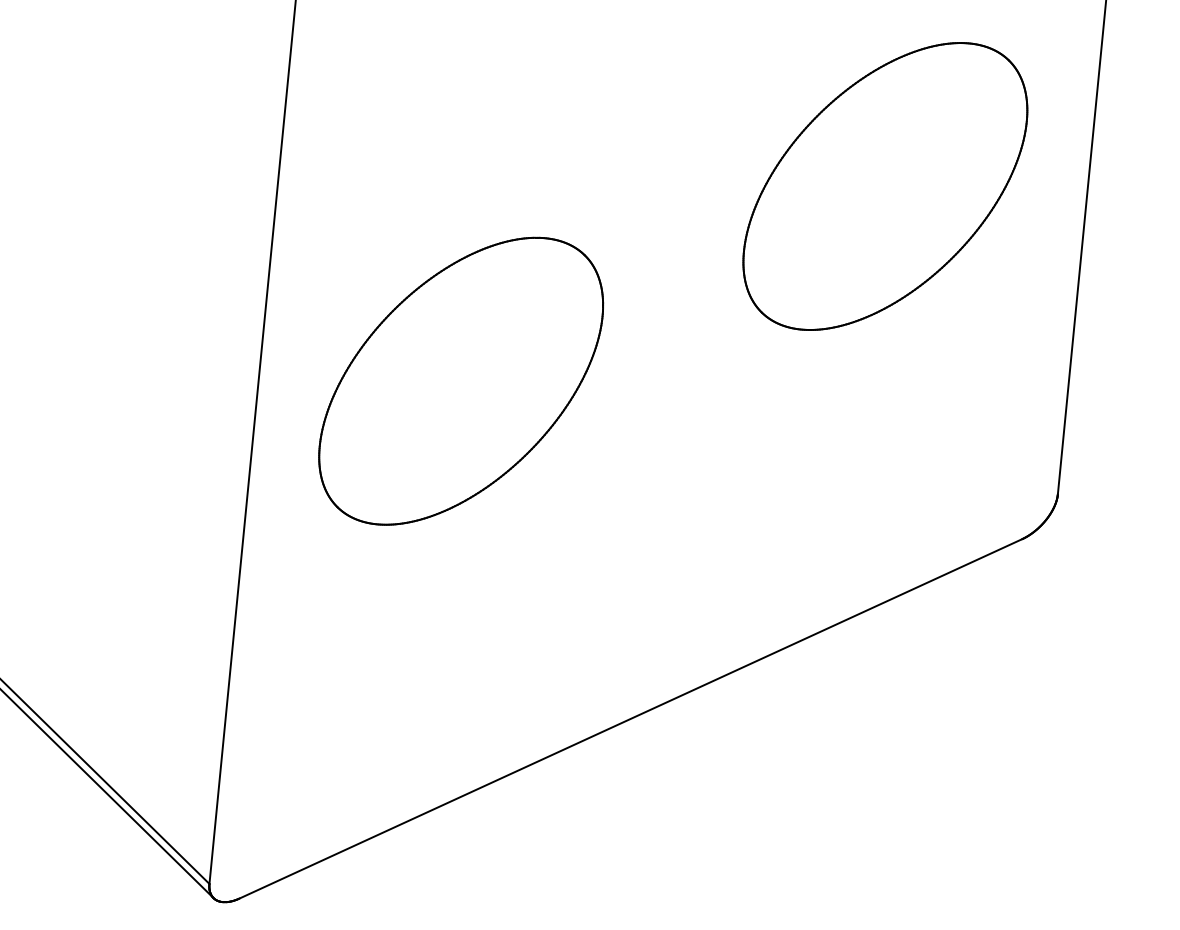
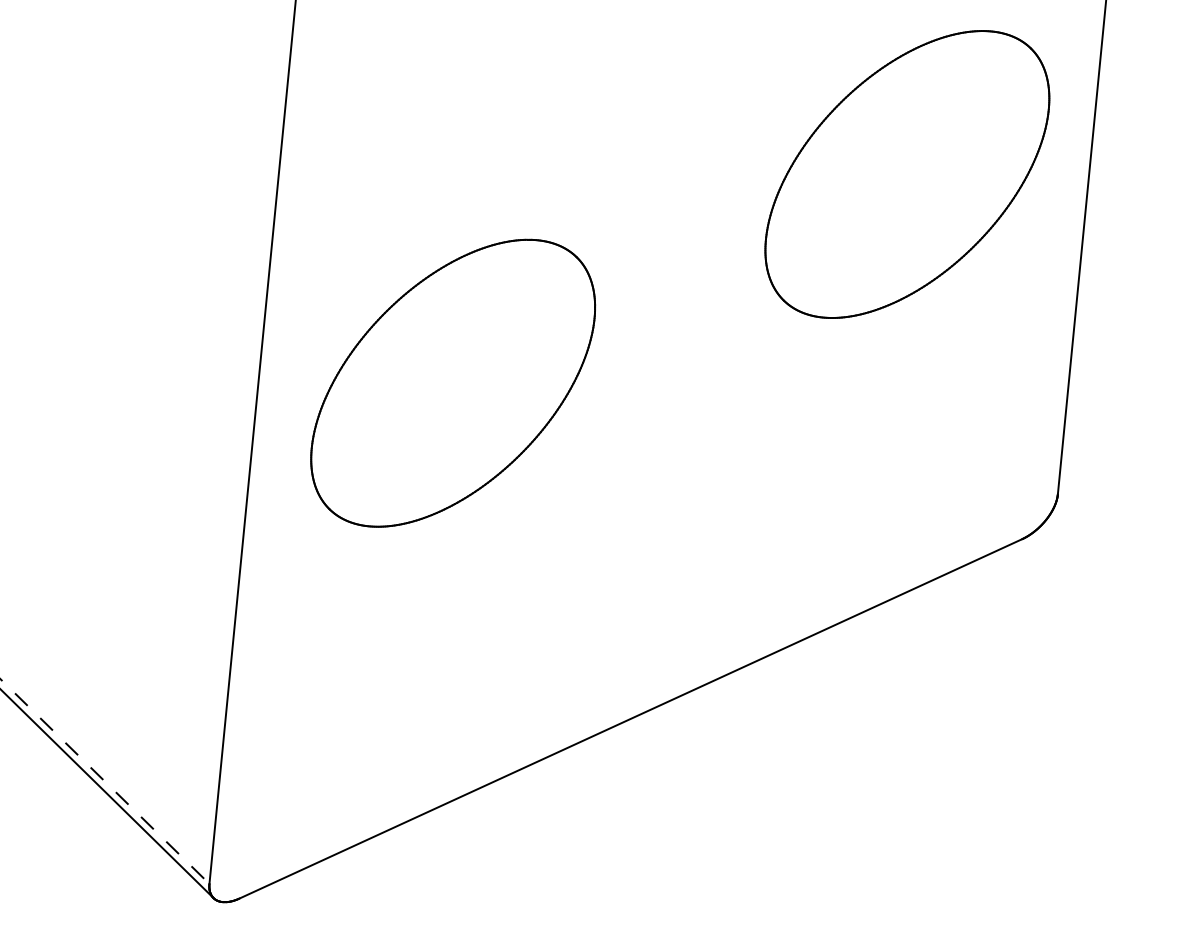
part at (885, 186) position: (885, 186) -> (907, 174)
part at (461, 380) position: (461, 380) -> (453, 382)
line at (105, 781): solid -> dashed
